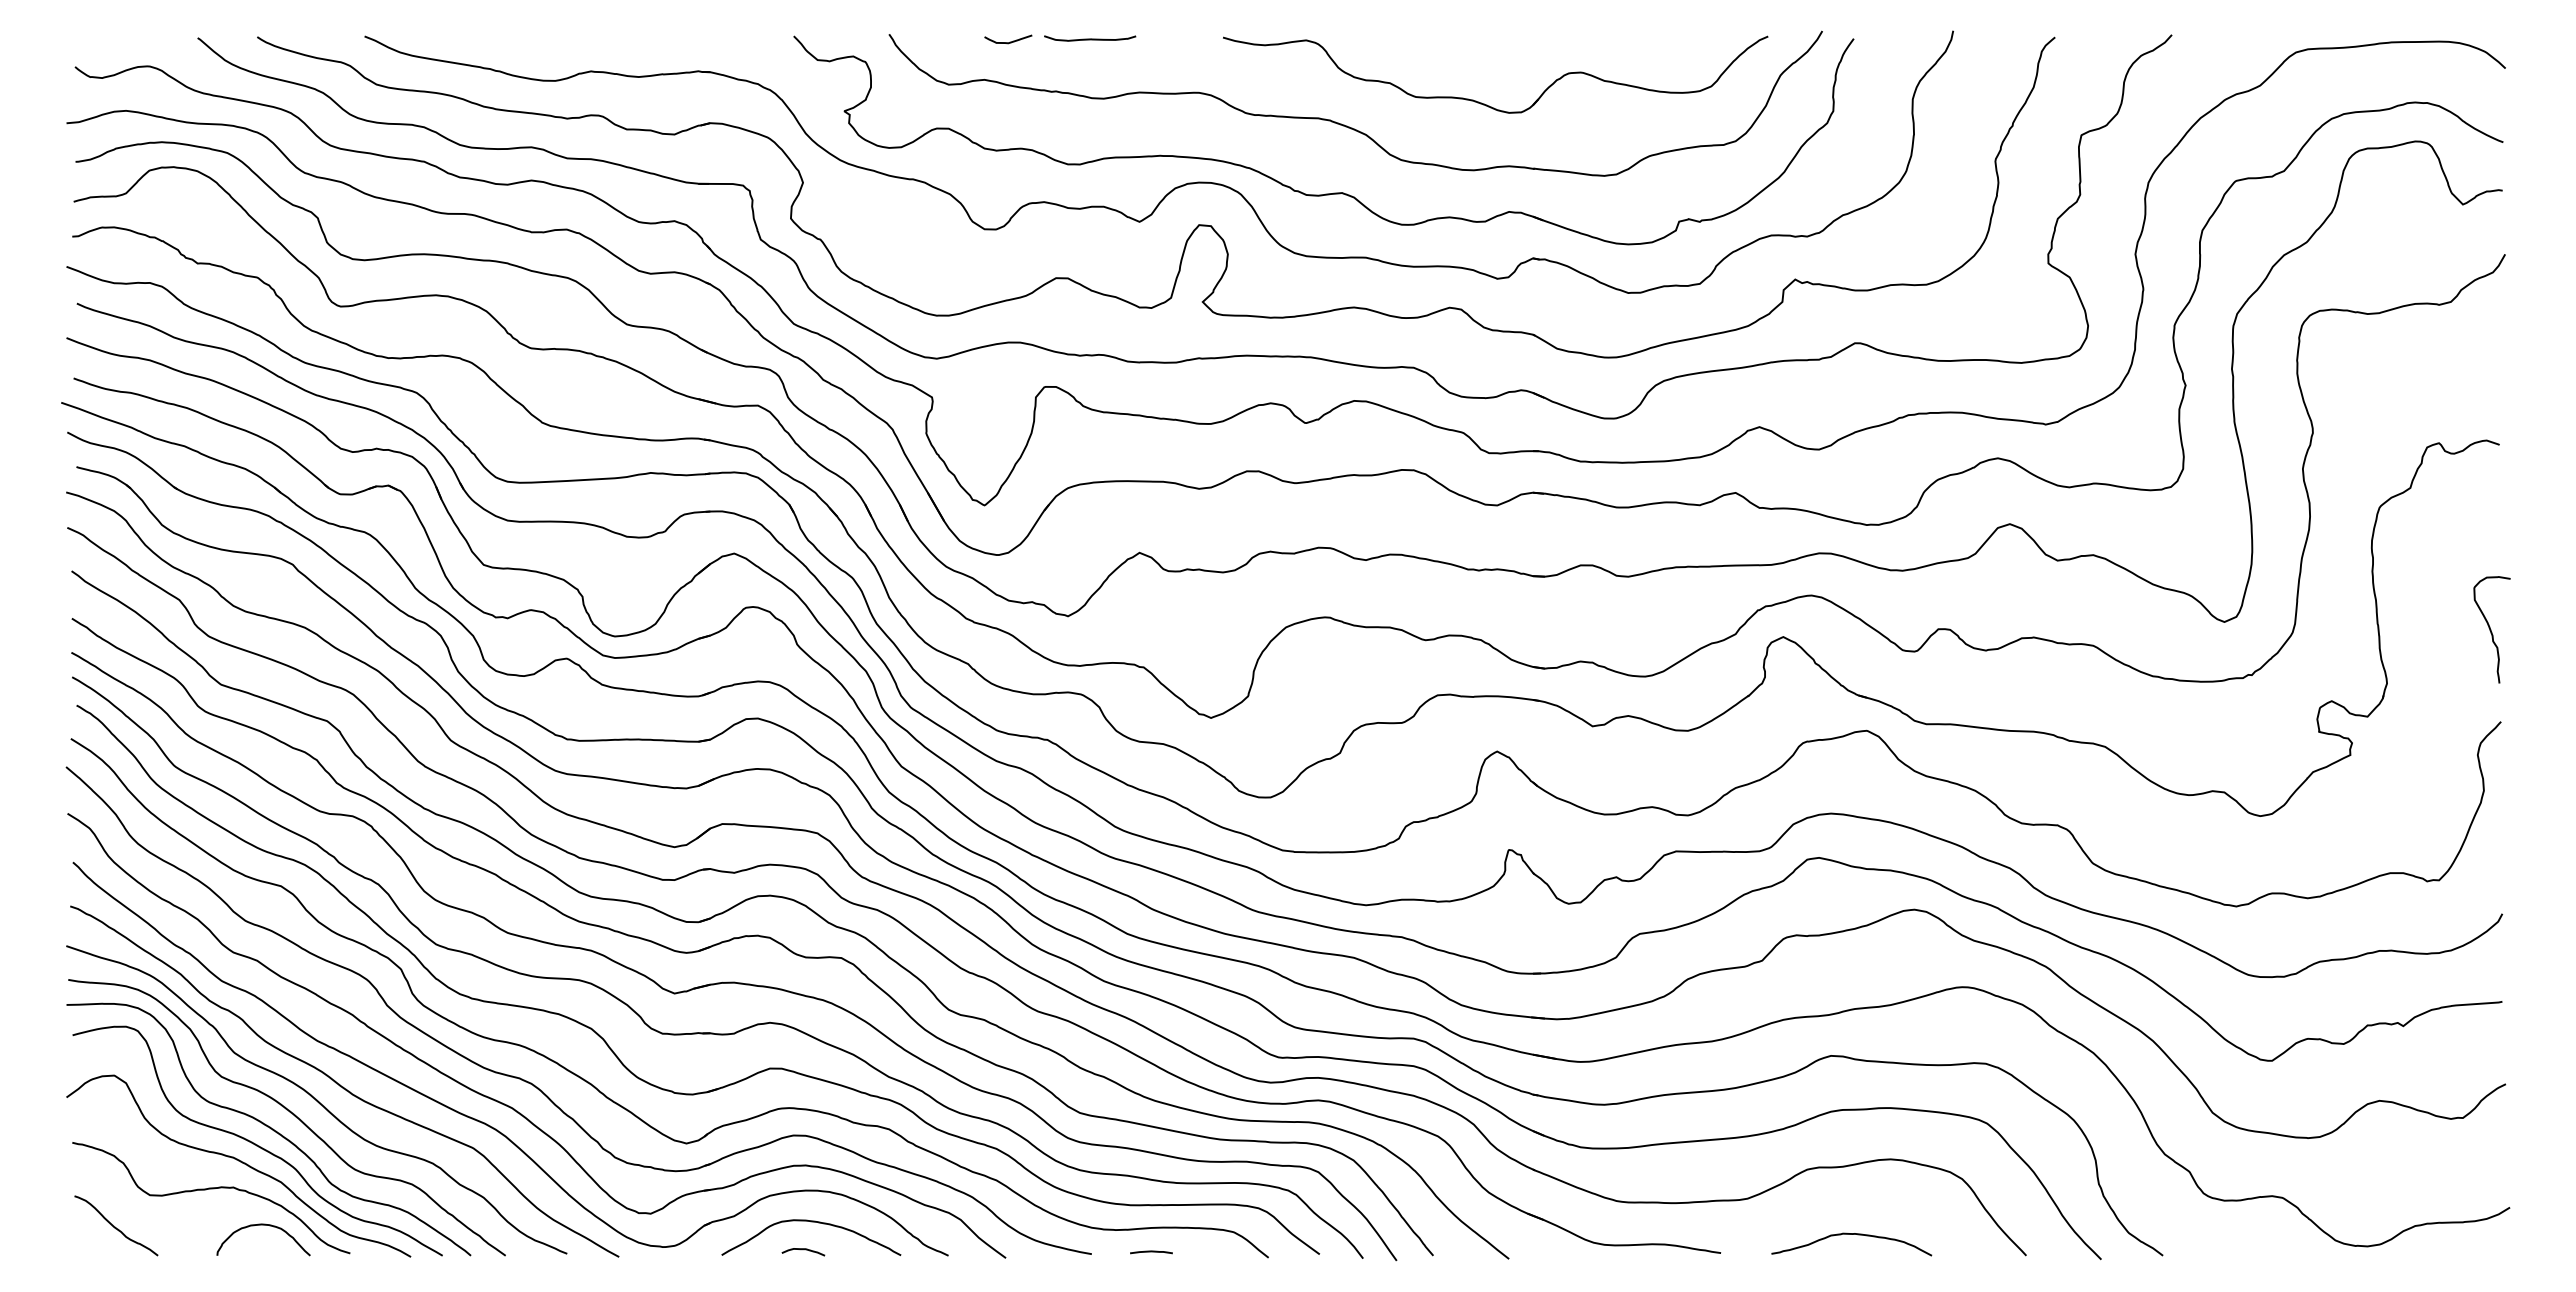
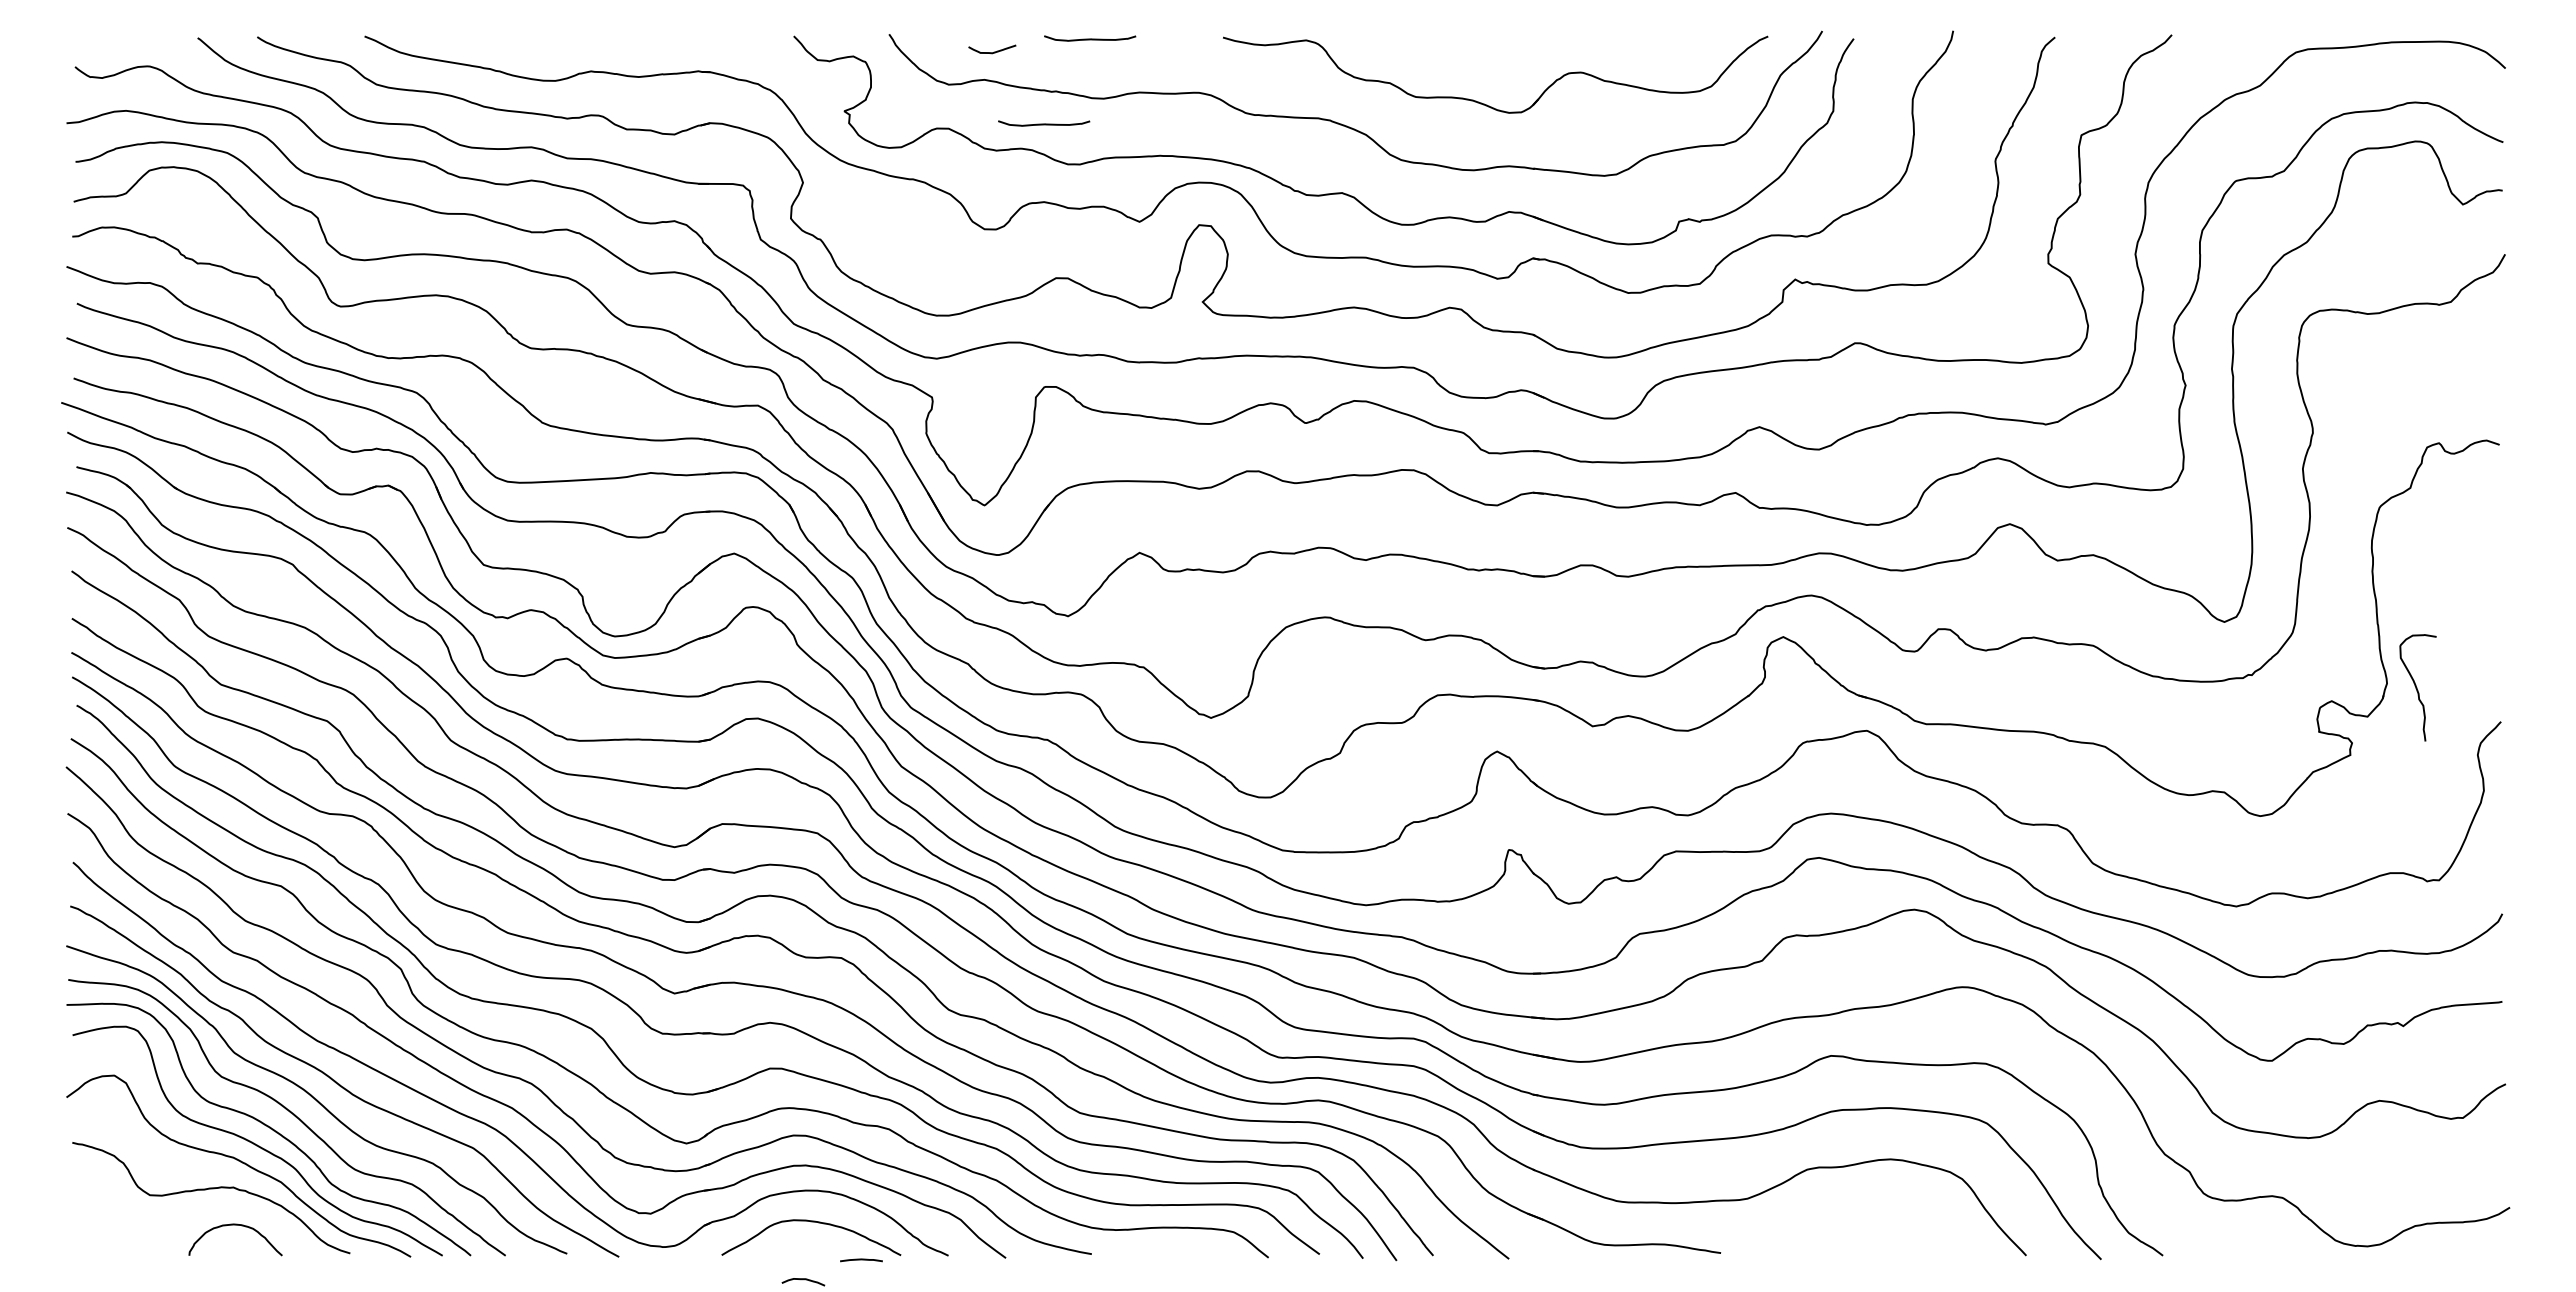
curve at (1010, 41) position: (1010, 41) -> (994, 51)
curve at (1044, 123): none -> present
curve at (2491, 629) position: (2491, 629) -> (2417, 687)
curve at (263, 1225) position: (263, 1225) -> (235, 1225)
curve at (115, 1226): present -> none
curve at (1851, 1234): present -> none
curve at (803, 1250) position: (803, 1250) -> (803, 1280)
curve at (1151, 1252) position: (1151, 1252) -> (861, 1260)
